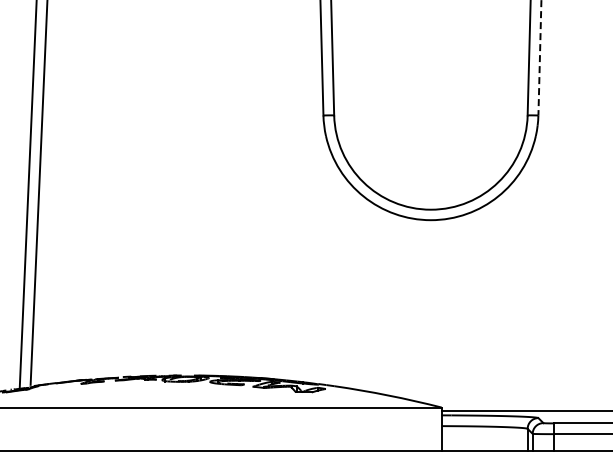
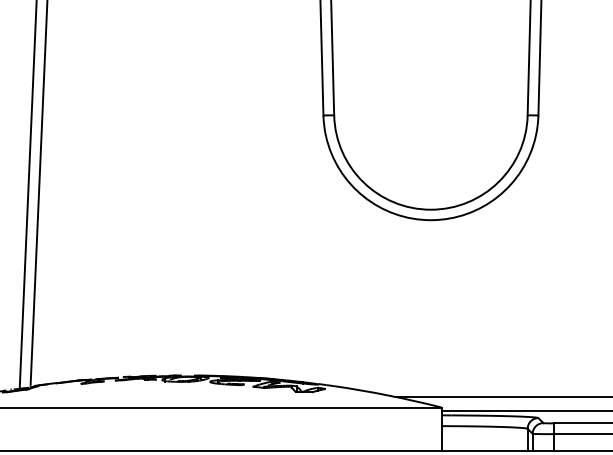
line at (539, 58): dashed -> solid
line at (502, 396): none -> present
